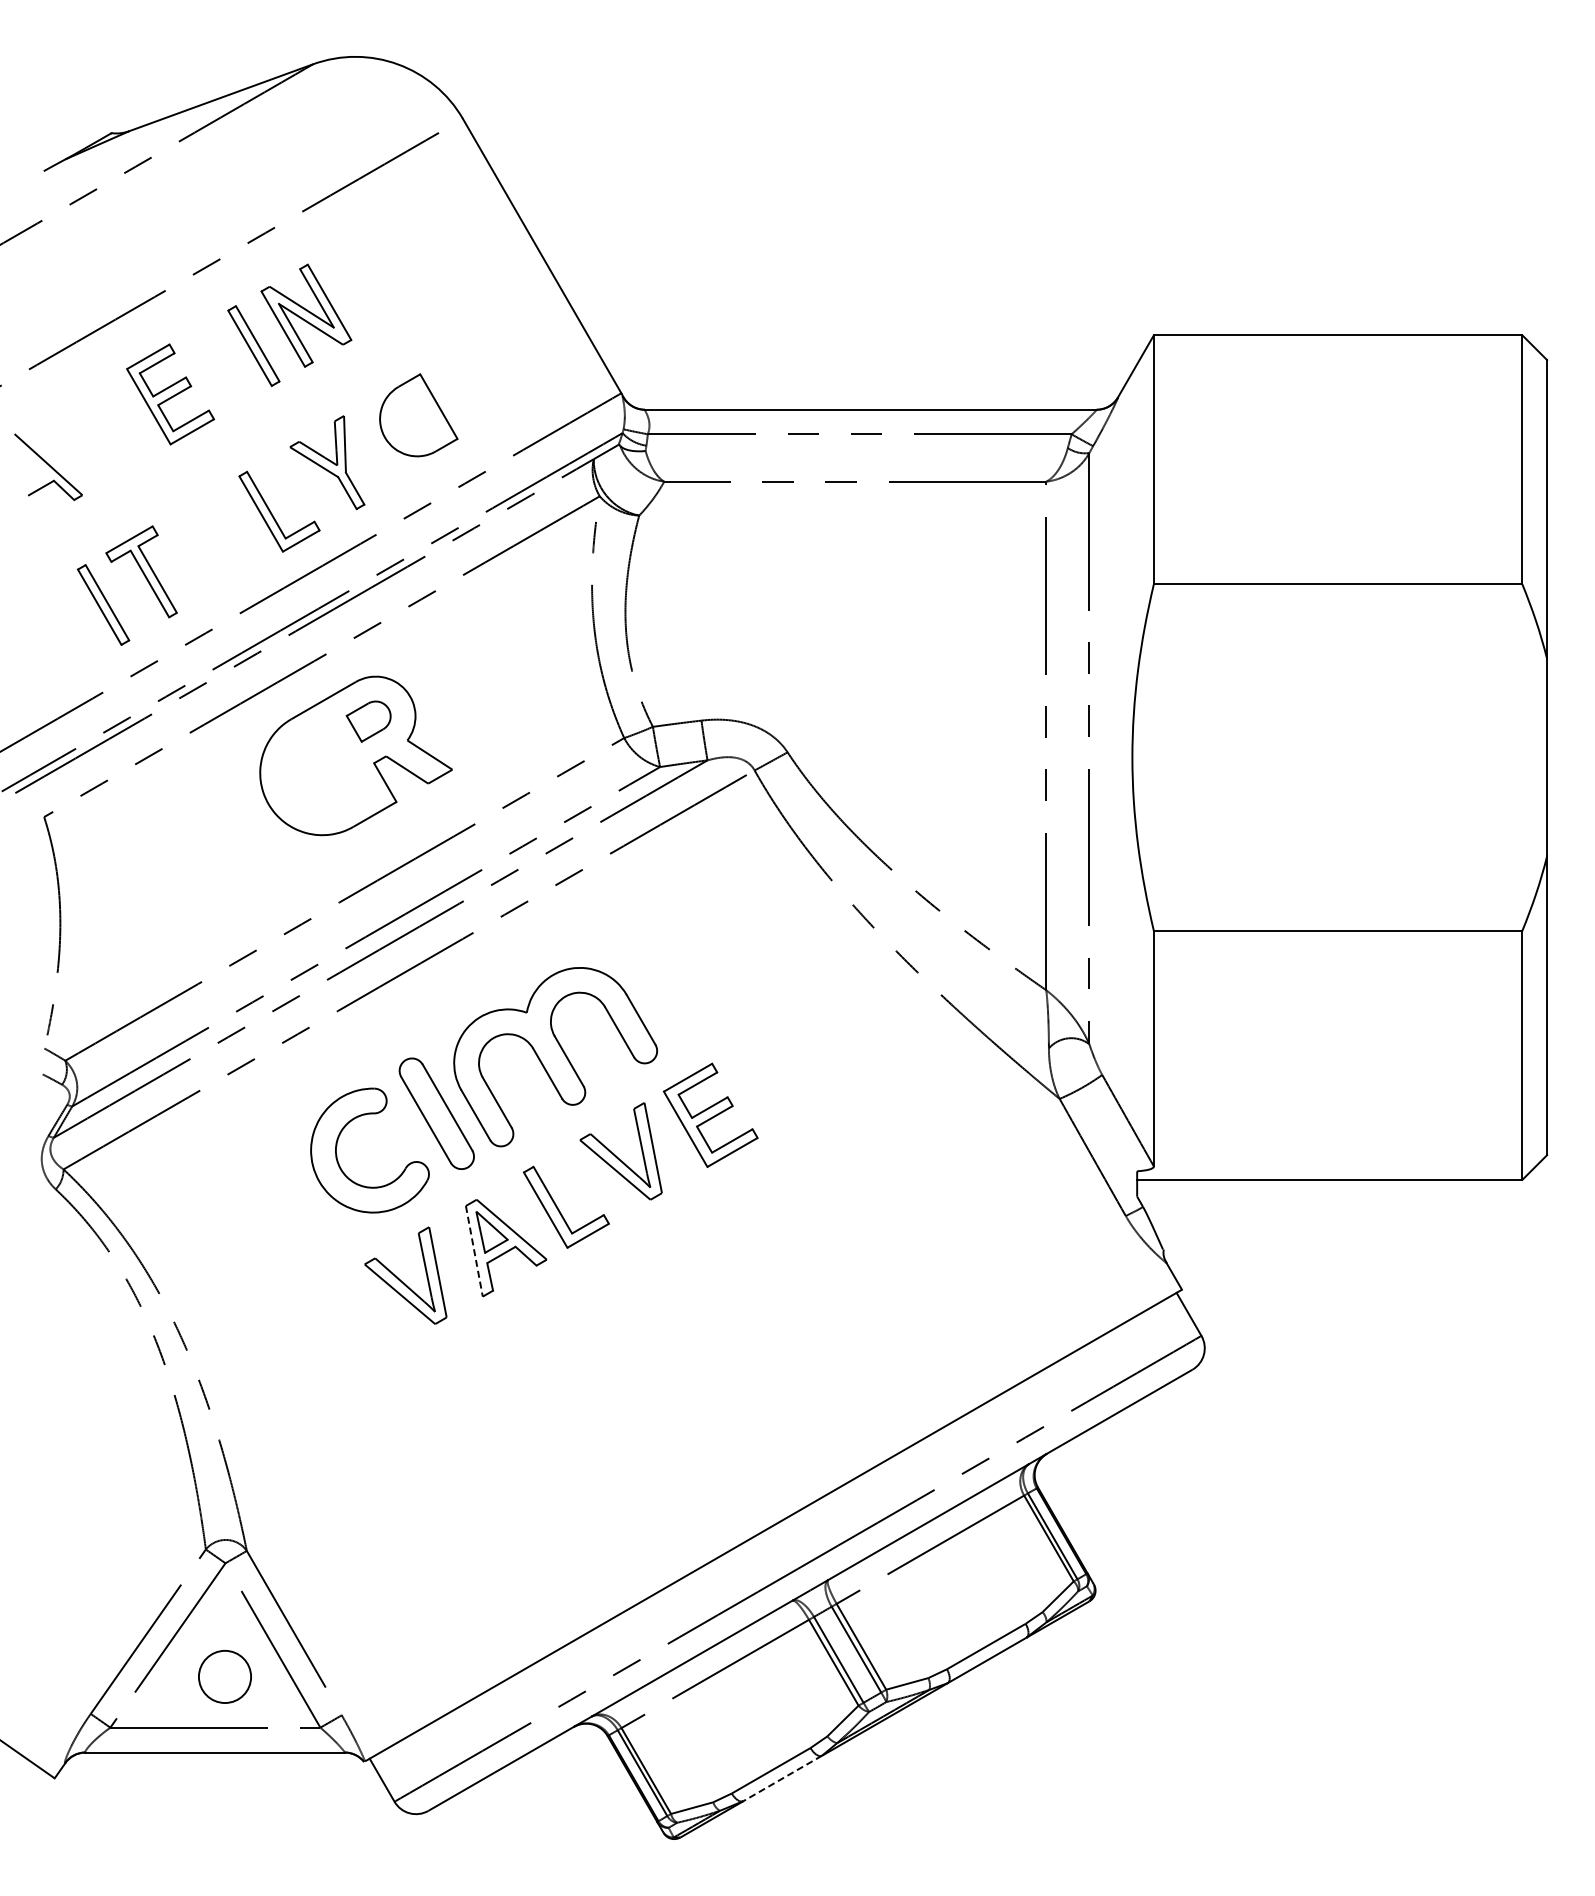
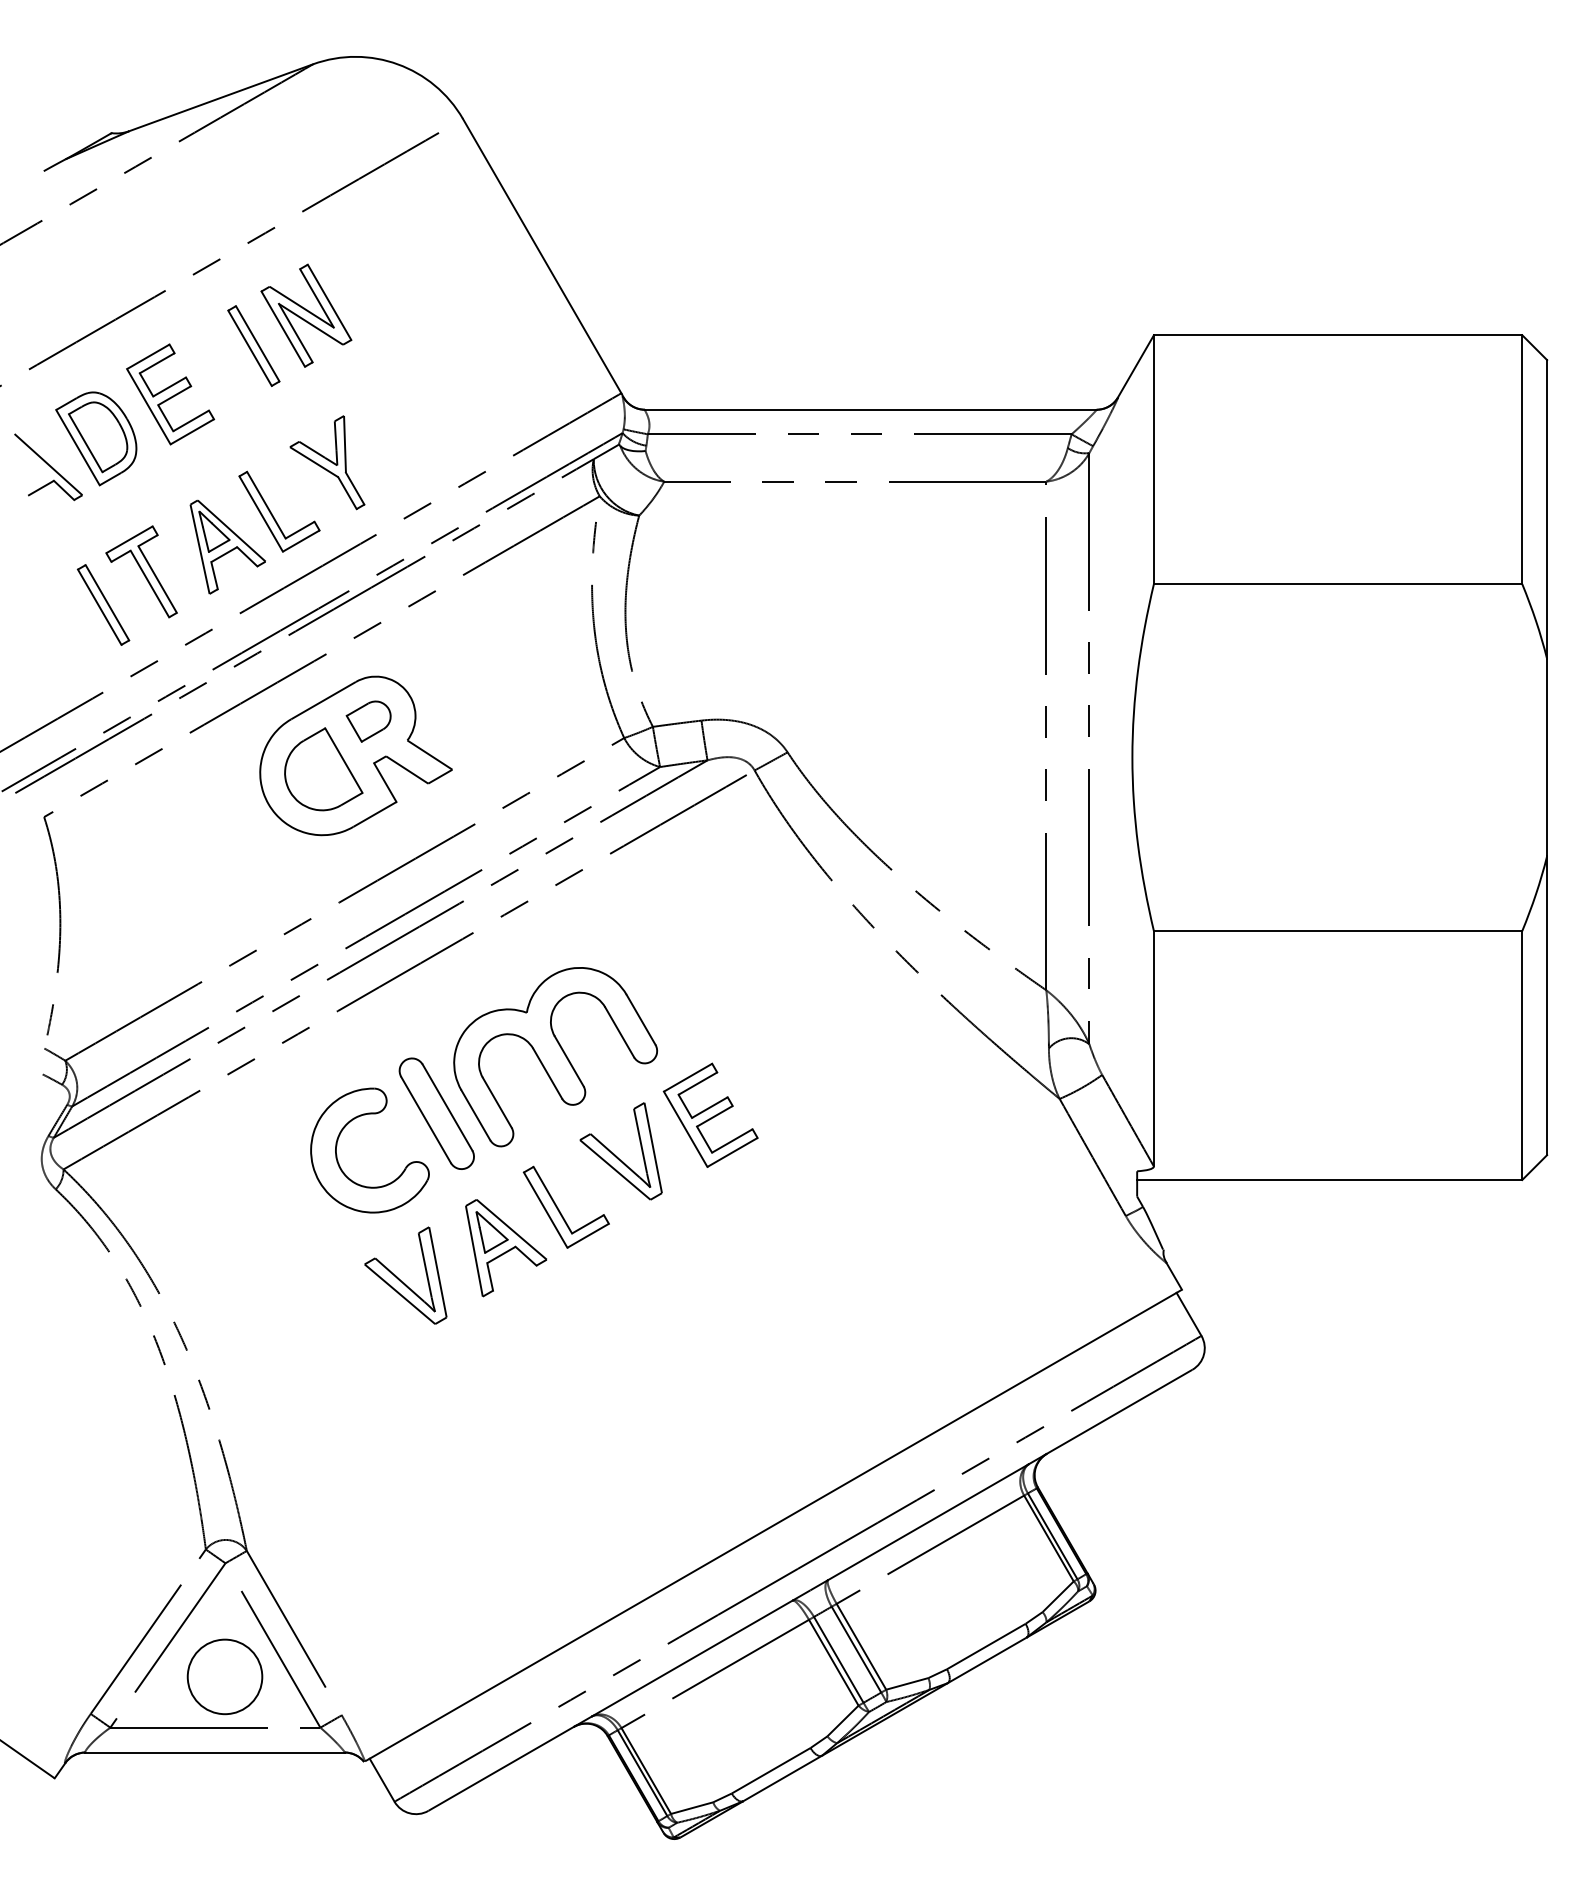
part at (418, 415) position: (418, 415) -> (323, 769)
part at (96, 438): none -> present
part at (227, 546): none -> present
line at (474, 1251): dashed -> solid
circle at (224, 1676) diameter: 52 px -> 75 px
line at (782, 1778): dashed -> solid
